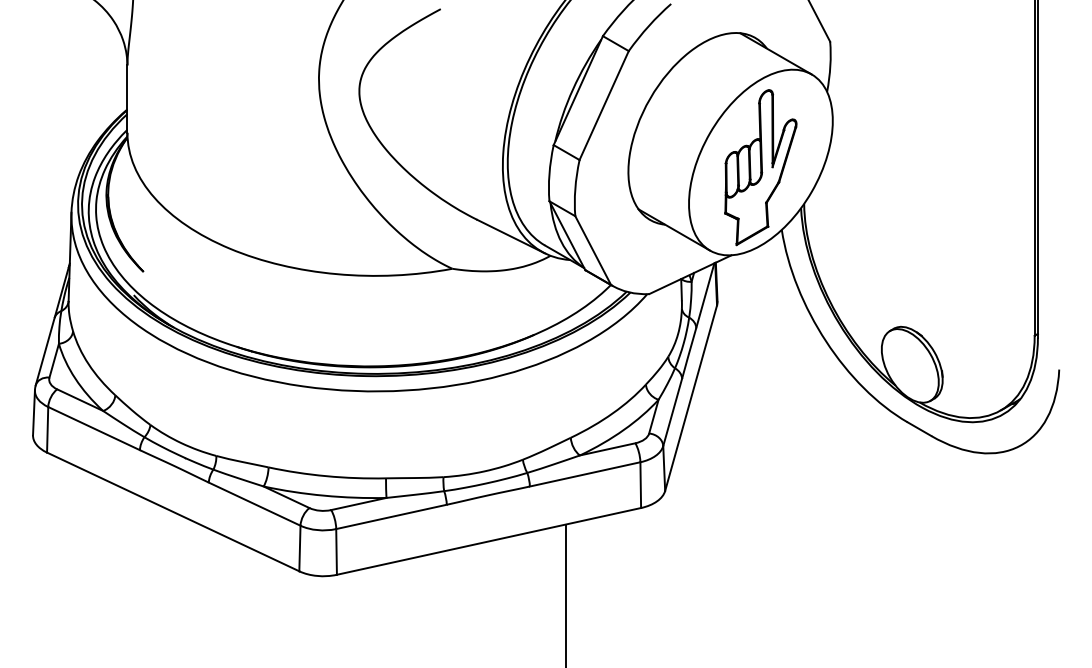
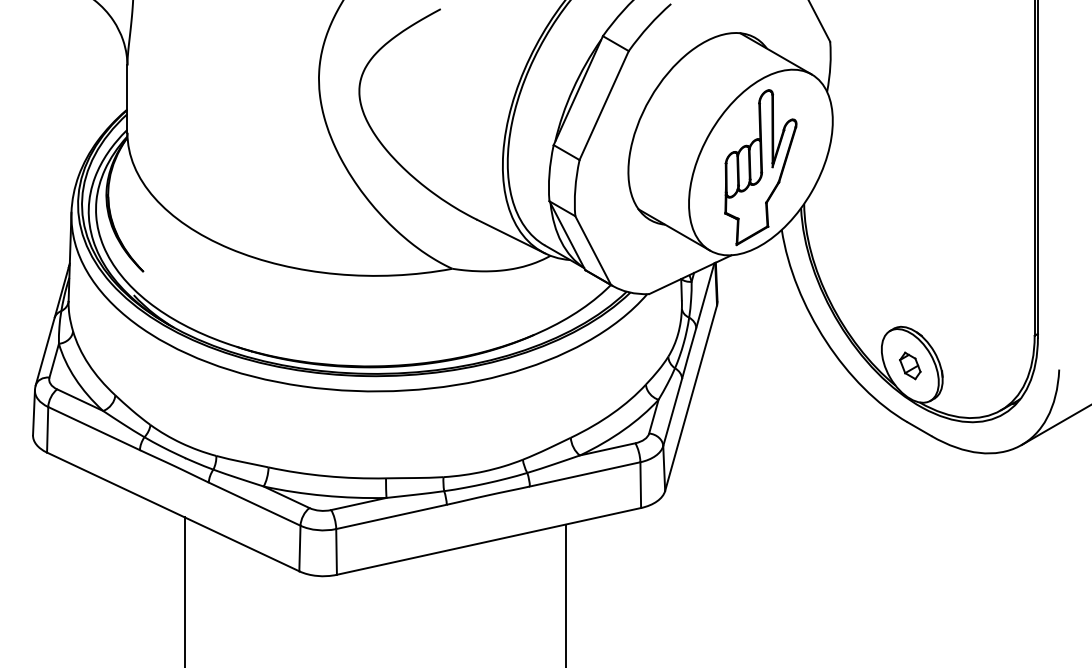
part at (910, 365): none -> present
line at (1054, 425): none -> present
line at (184, 590): none -> present
